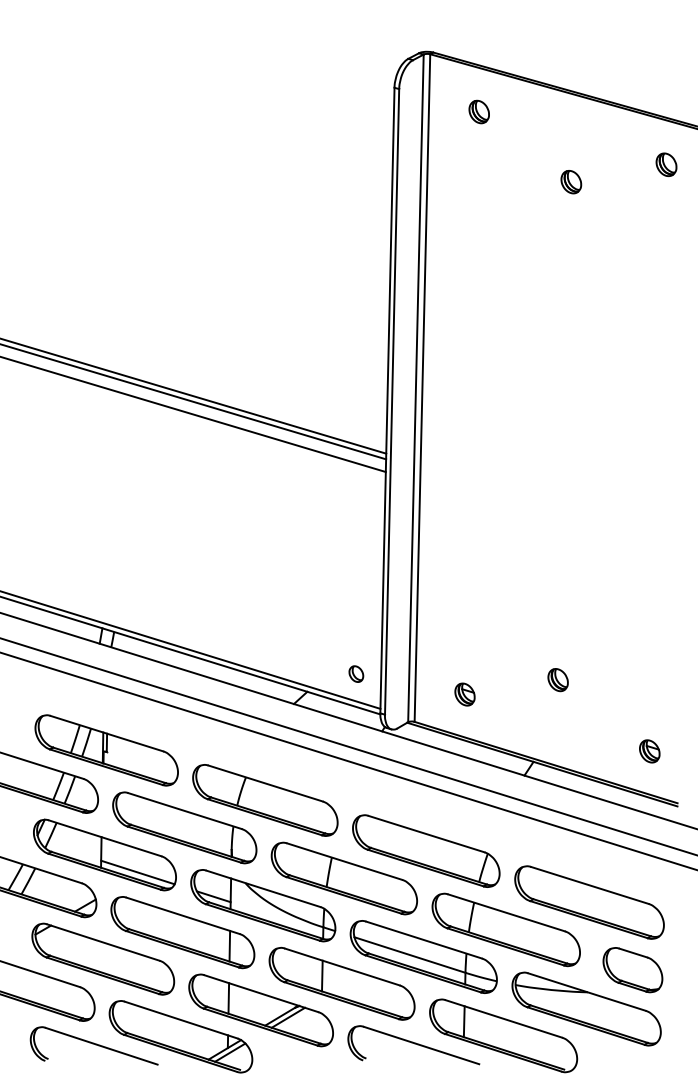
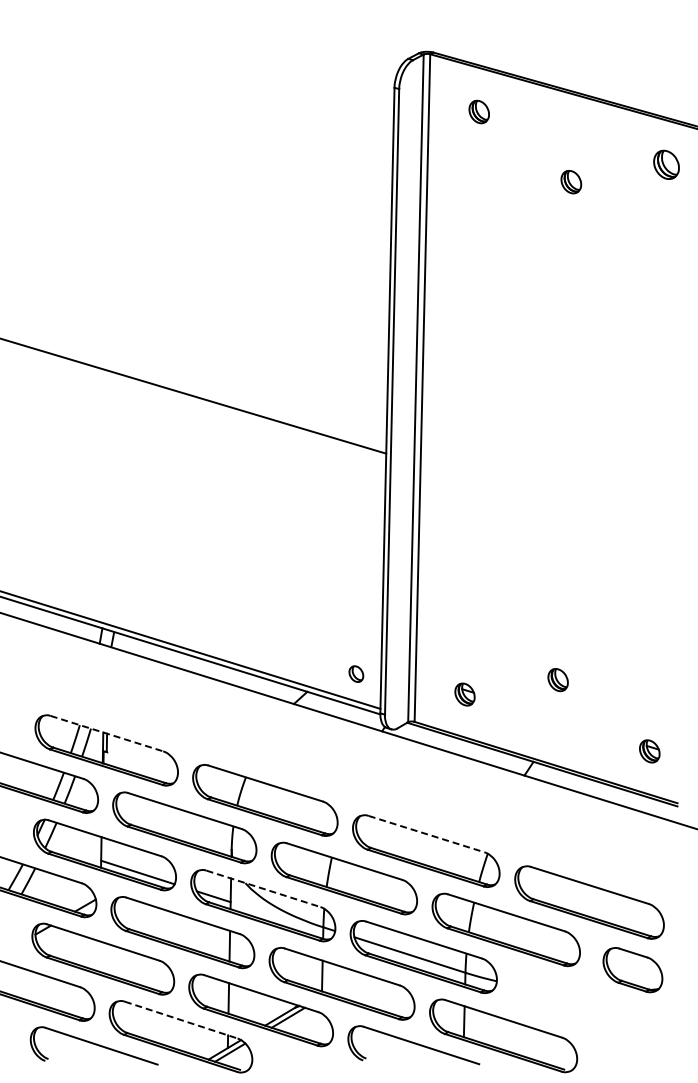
part at (666, 164) size: 23x25 px -> 27x31 px
line at (194, 401): present -> none
line at (193, 414): present -> none
line at (106, 733): solid -> dashed
line at (348, 746): present -> none
line at (348, 761): present -> none
line at (426, 834): solid -> dashed
line at (263, 888): solid -> dashed
part at (586, 1008): present -> none
line at (181, 1020): solid -> dashed
